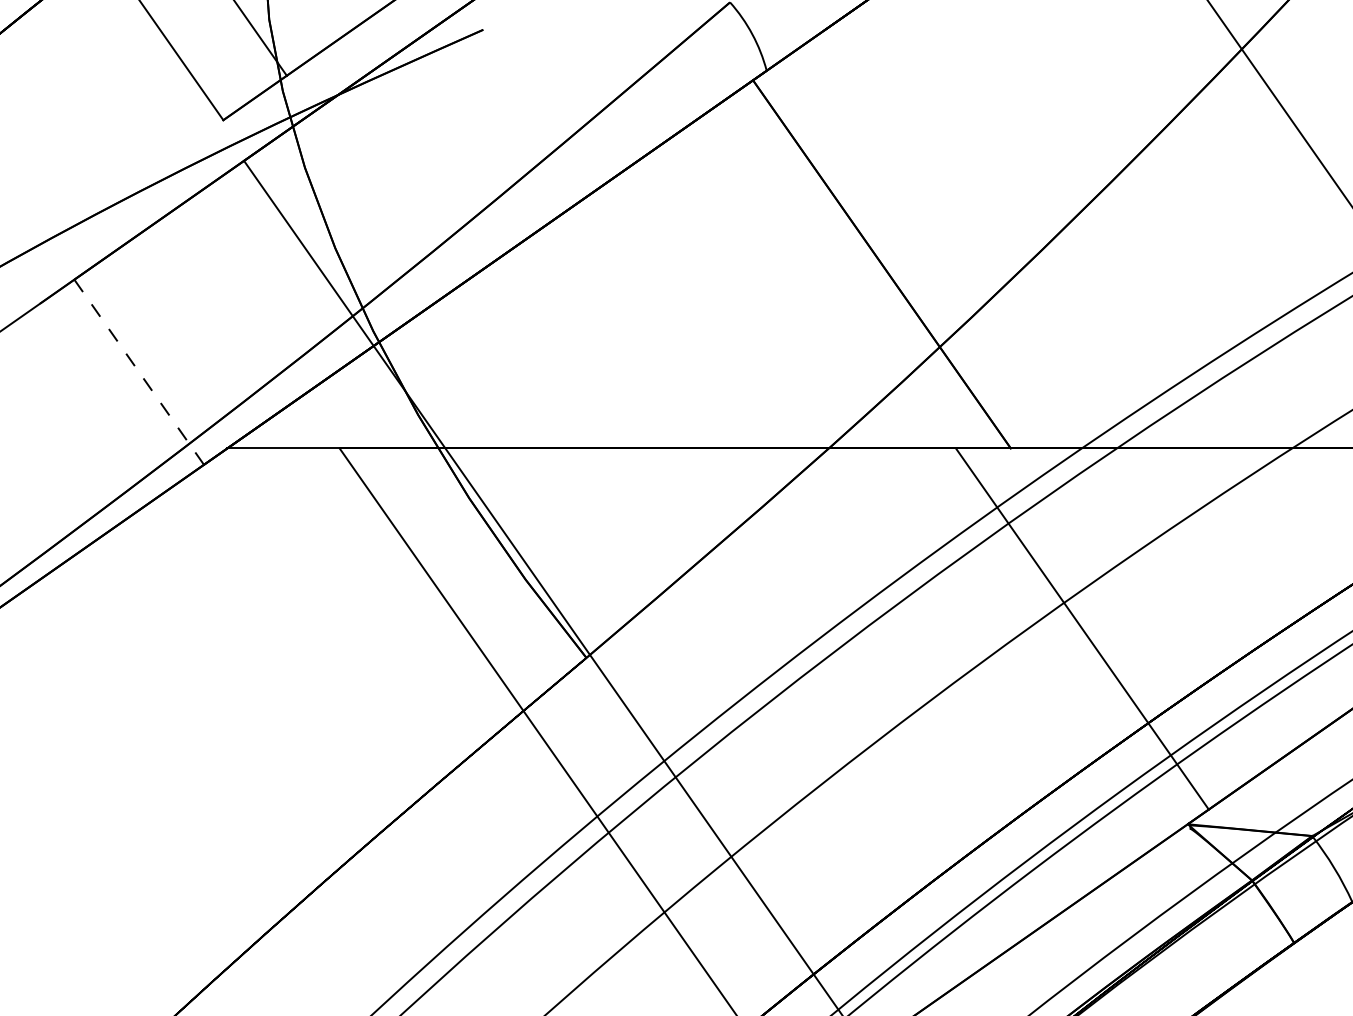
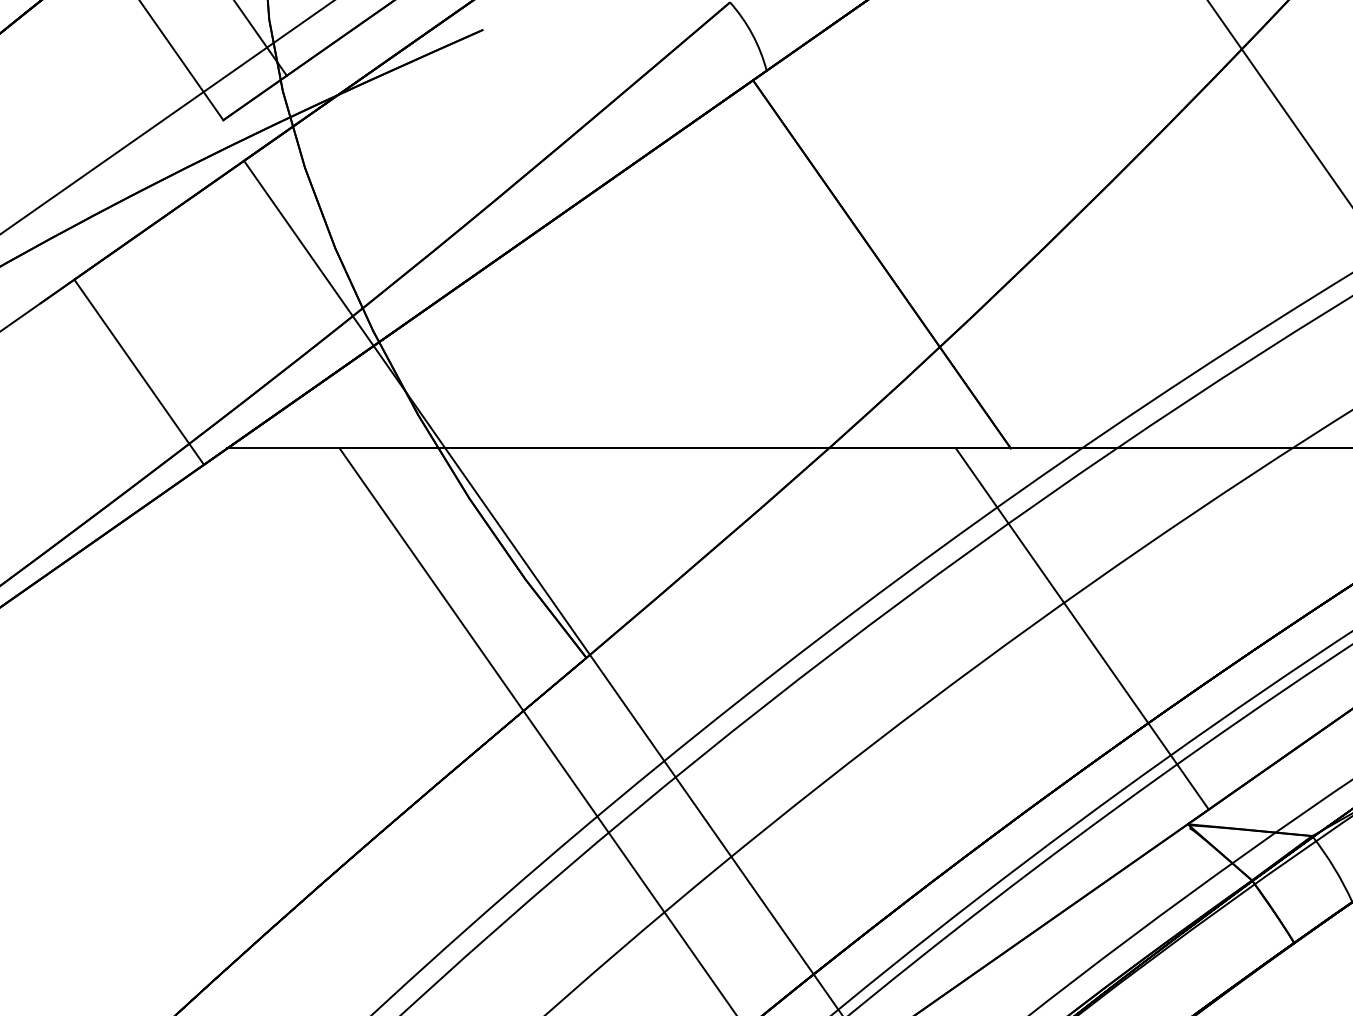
line at (166, 117): none -> present
line at (139, 372): dashed -> solid
